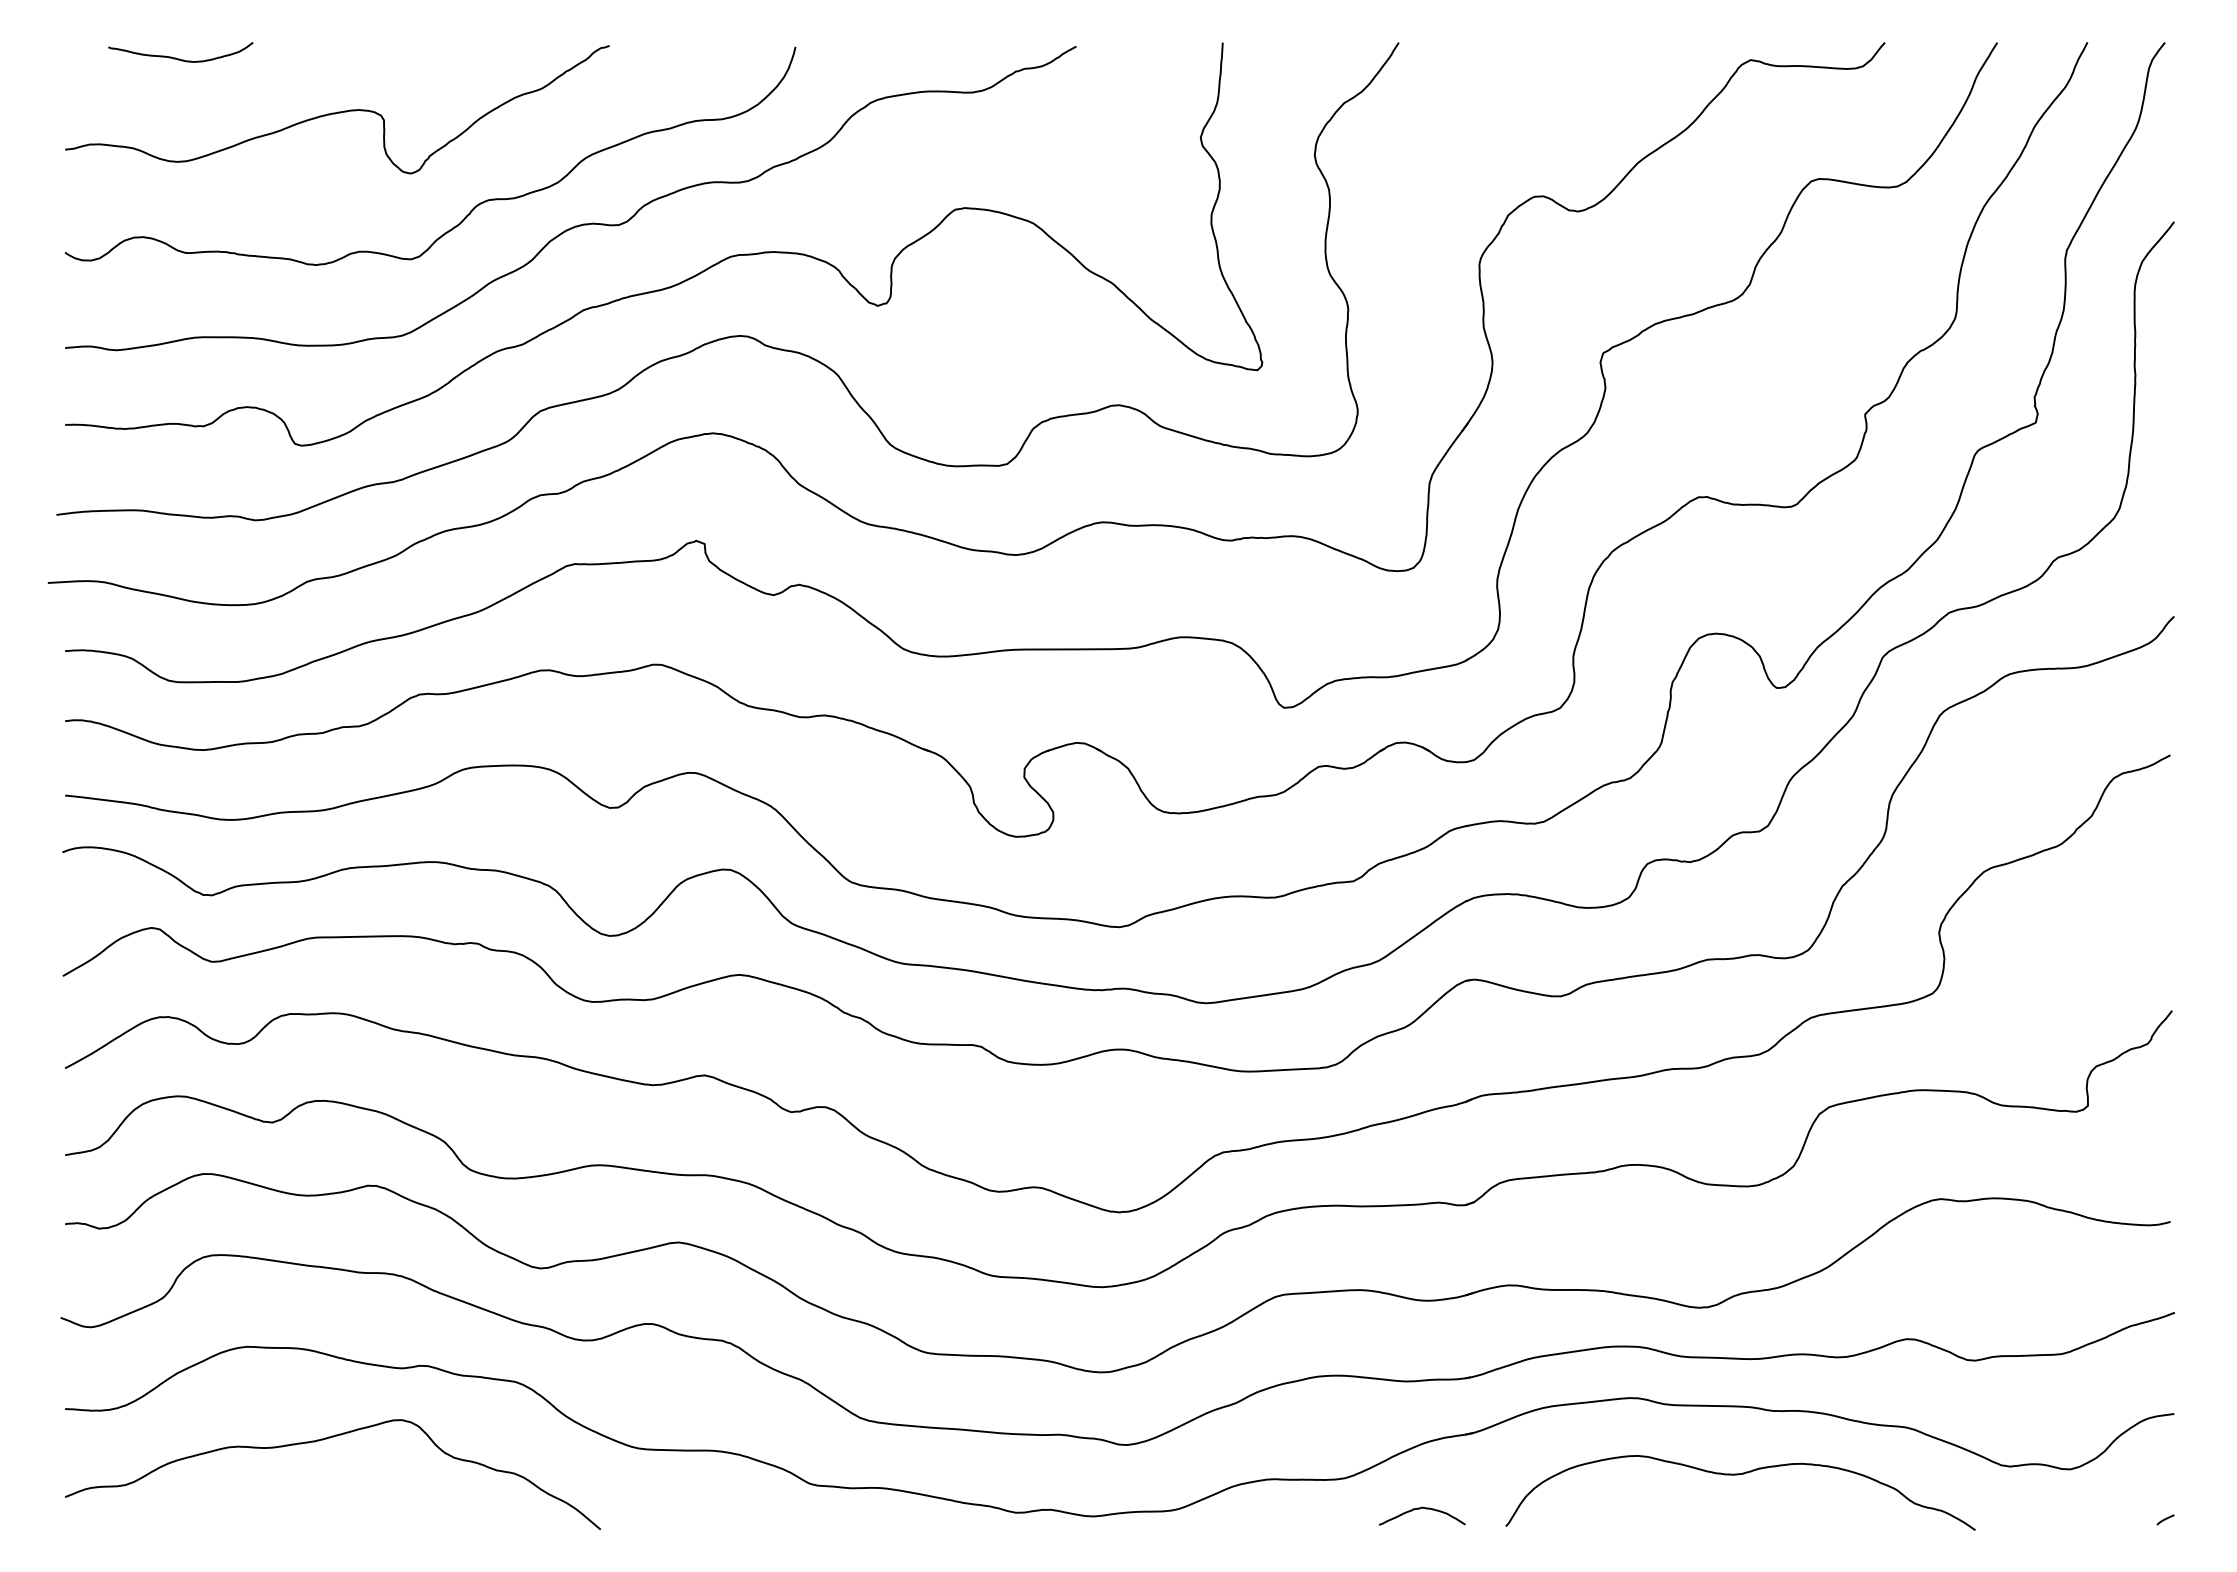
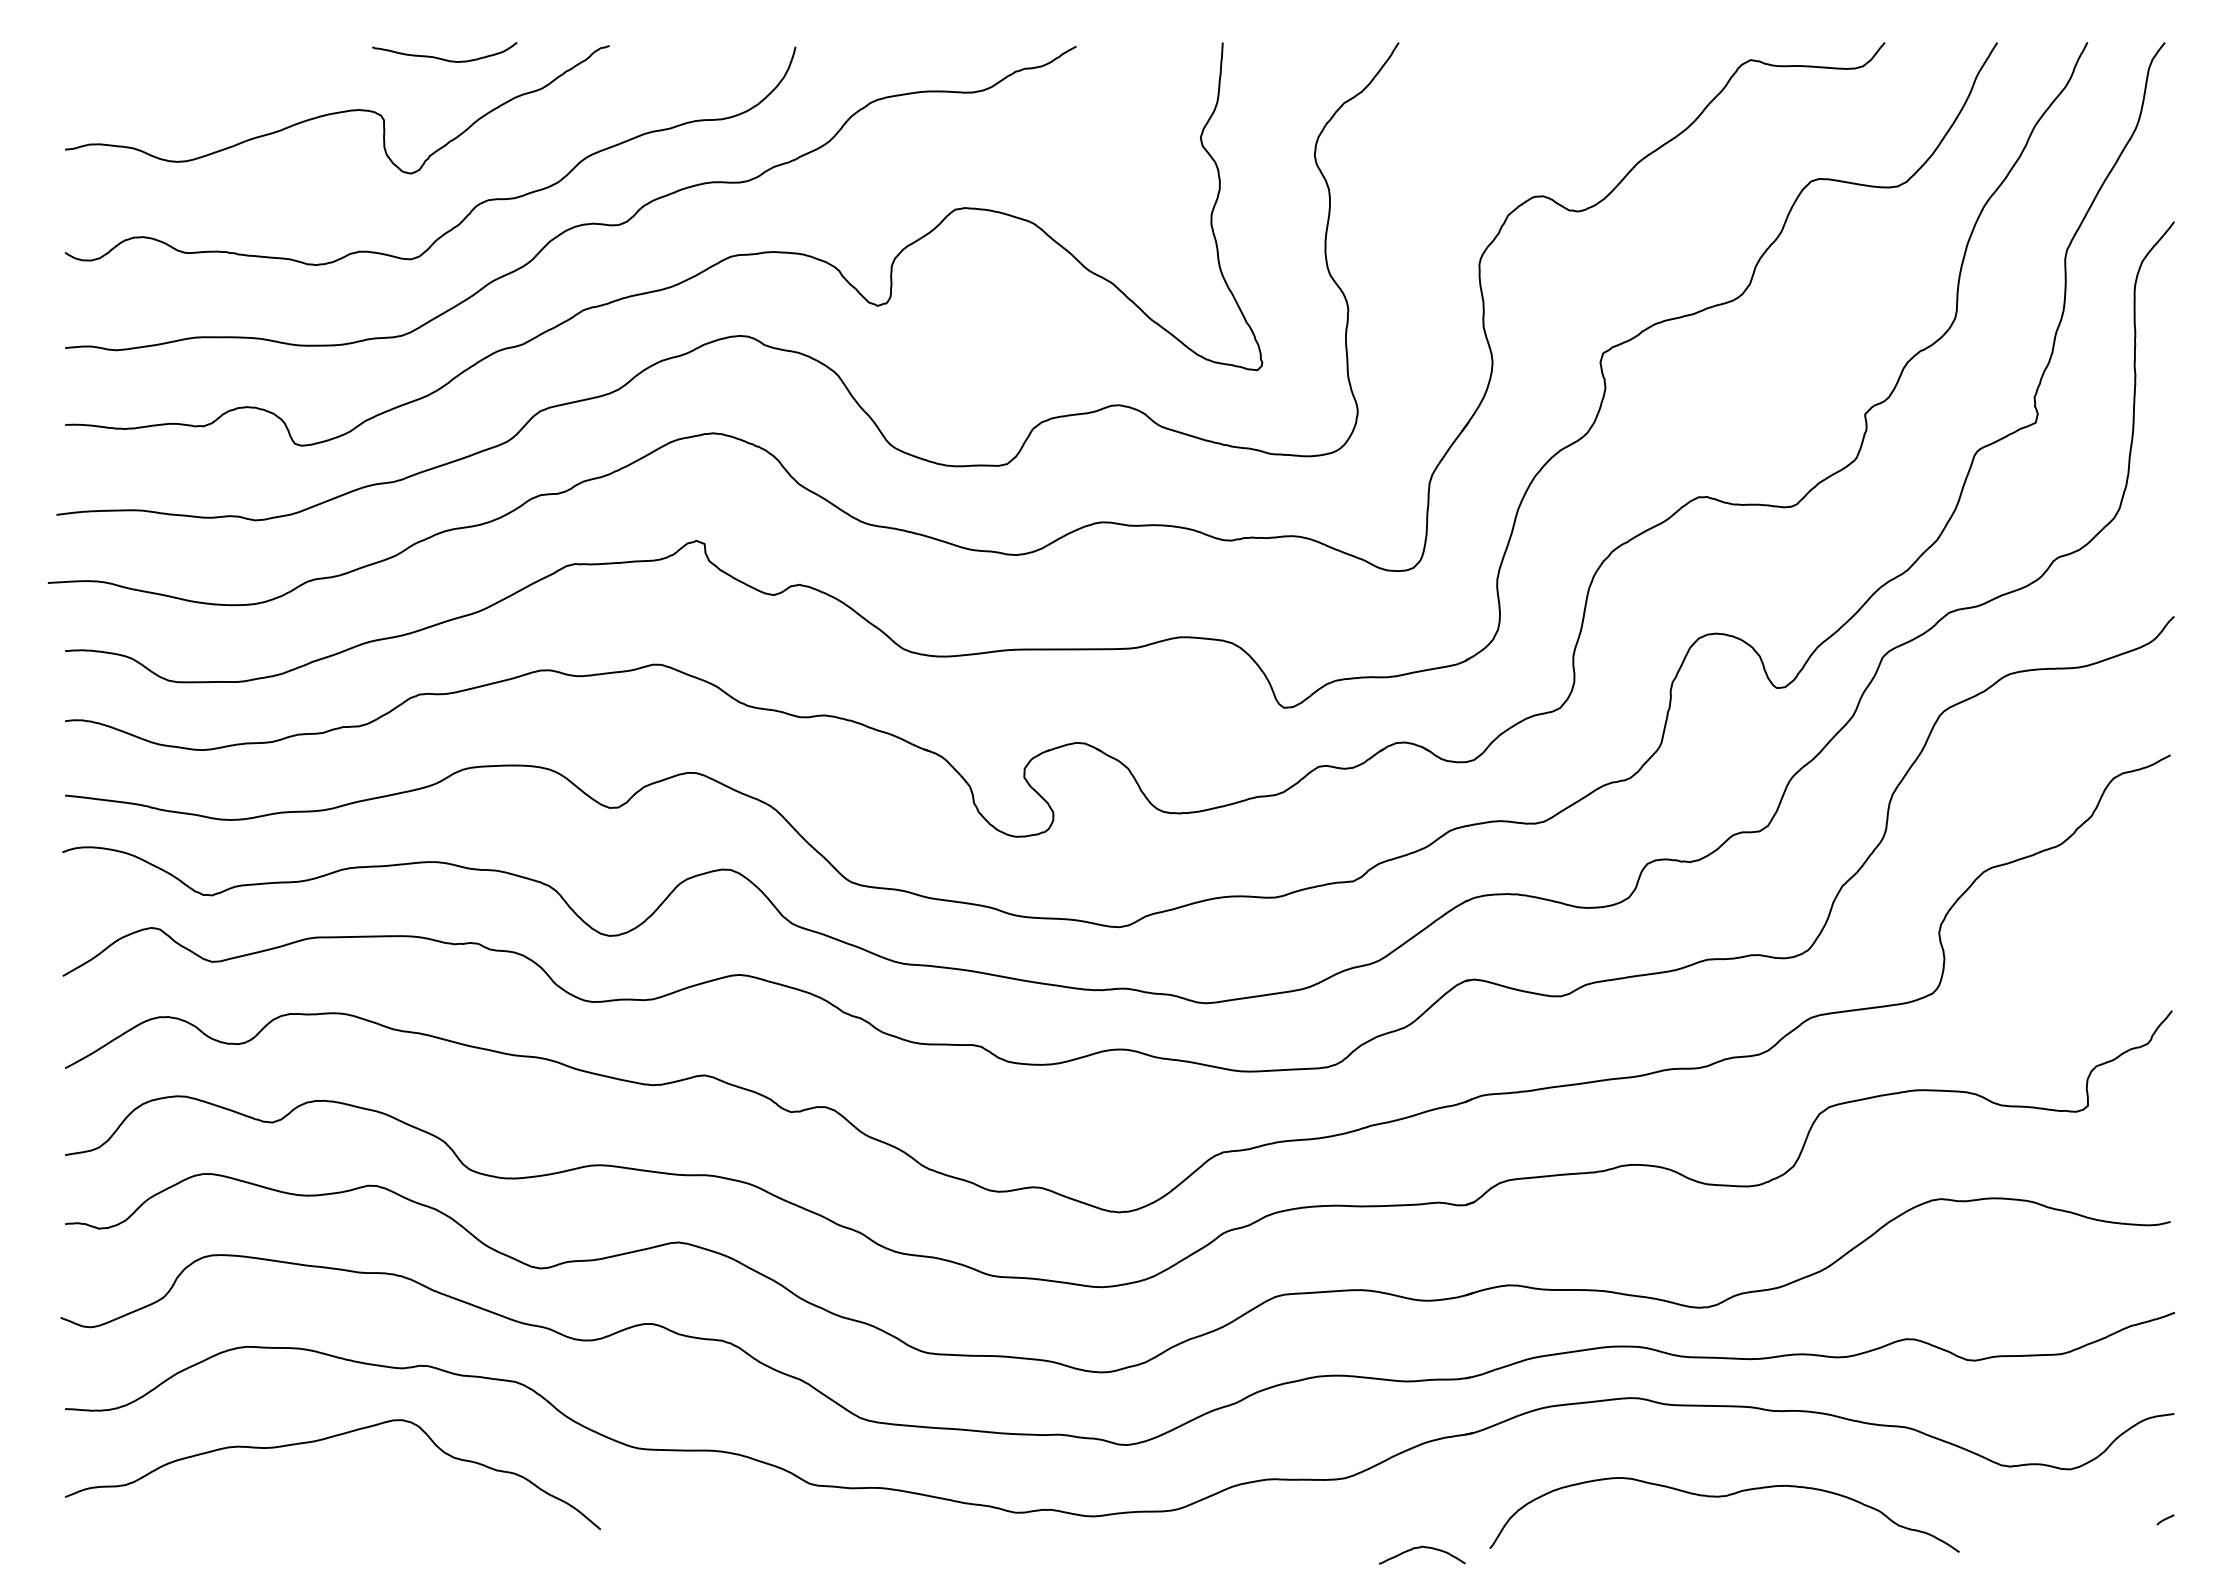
curve at (179, 58) position: (179, 58) -> (443, 58)
curve at (1738, 1475) position: (1738, 1475) -> (1722, 1497)
curve at (1420, 1509) position: (1420, 1509) -> (1420, 1548)
